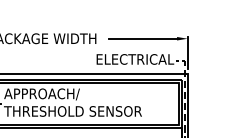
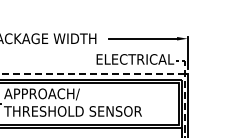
line at (90, 74): solid -> dashed
